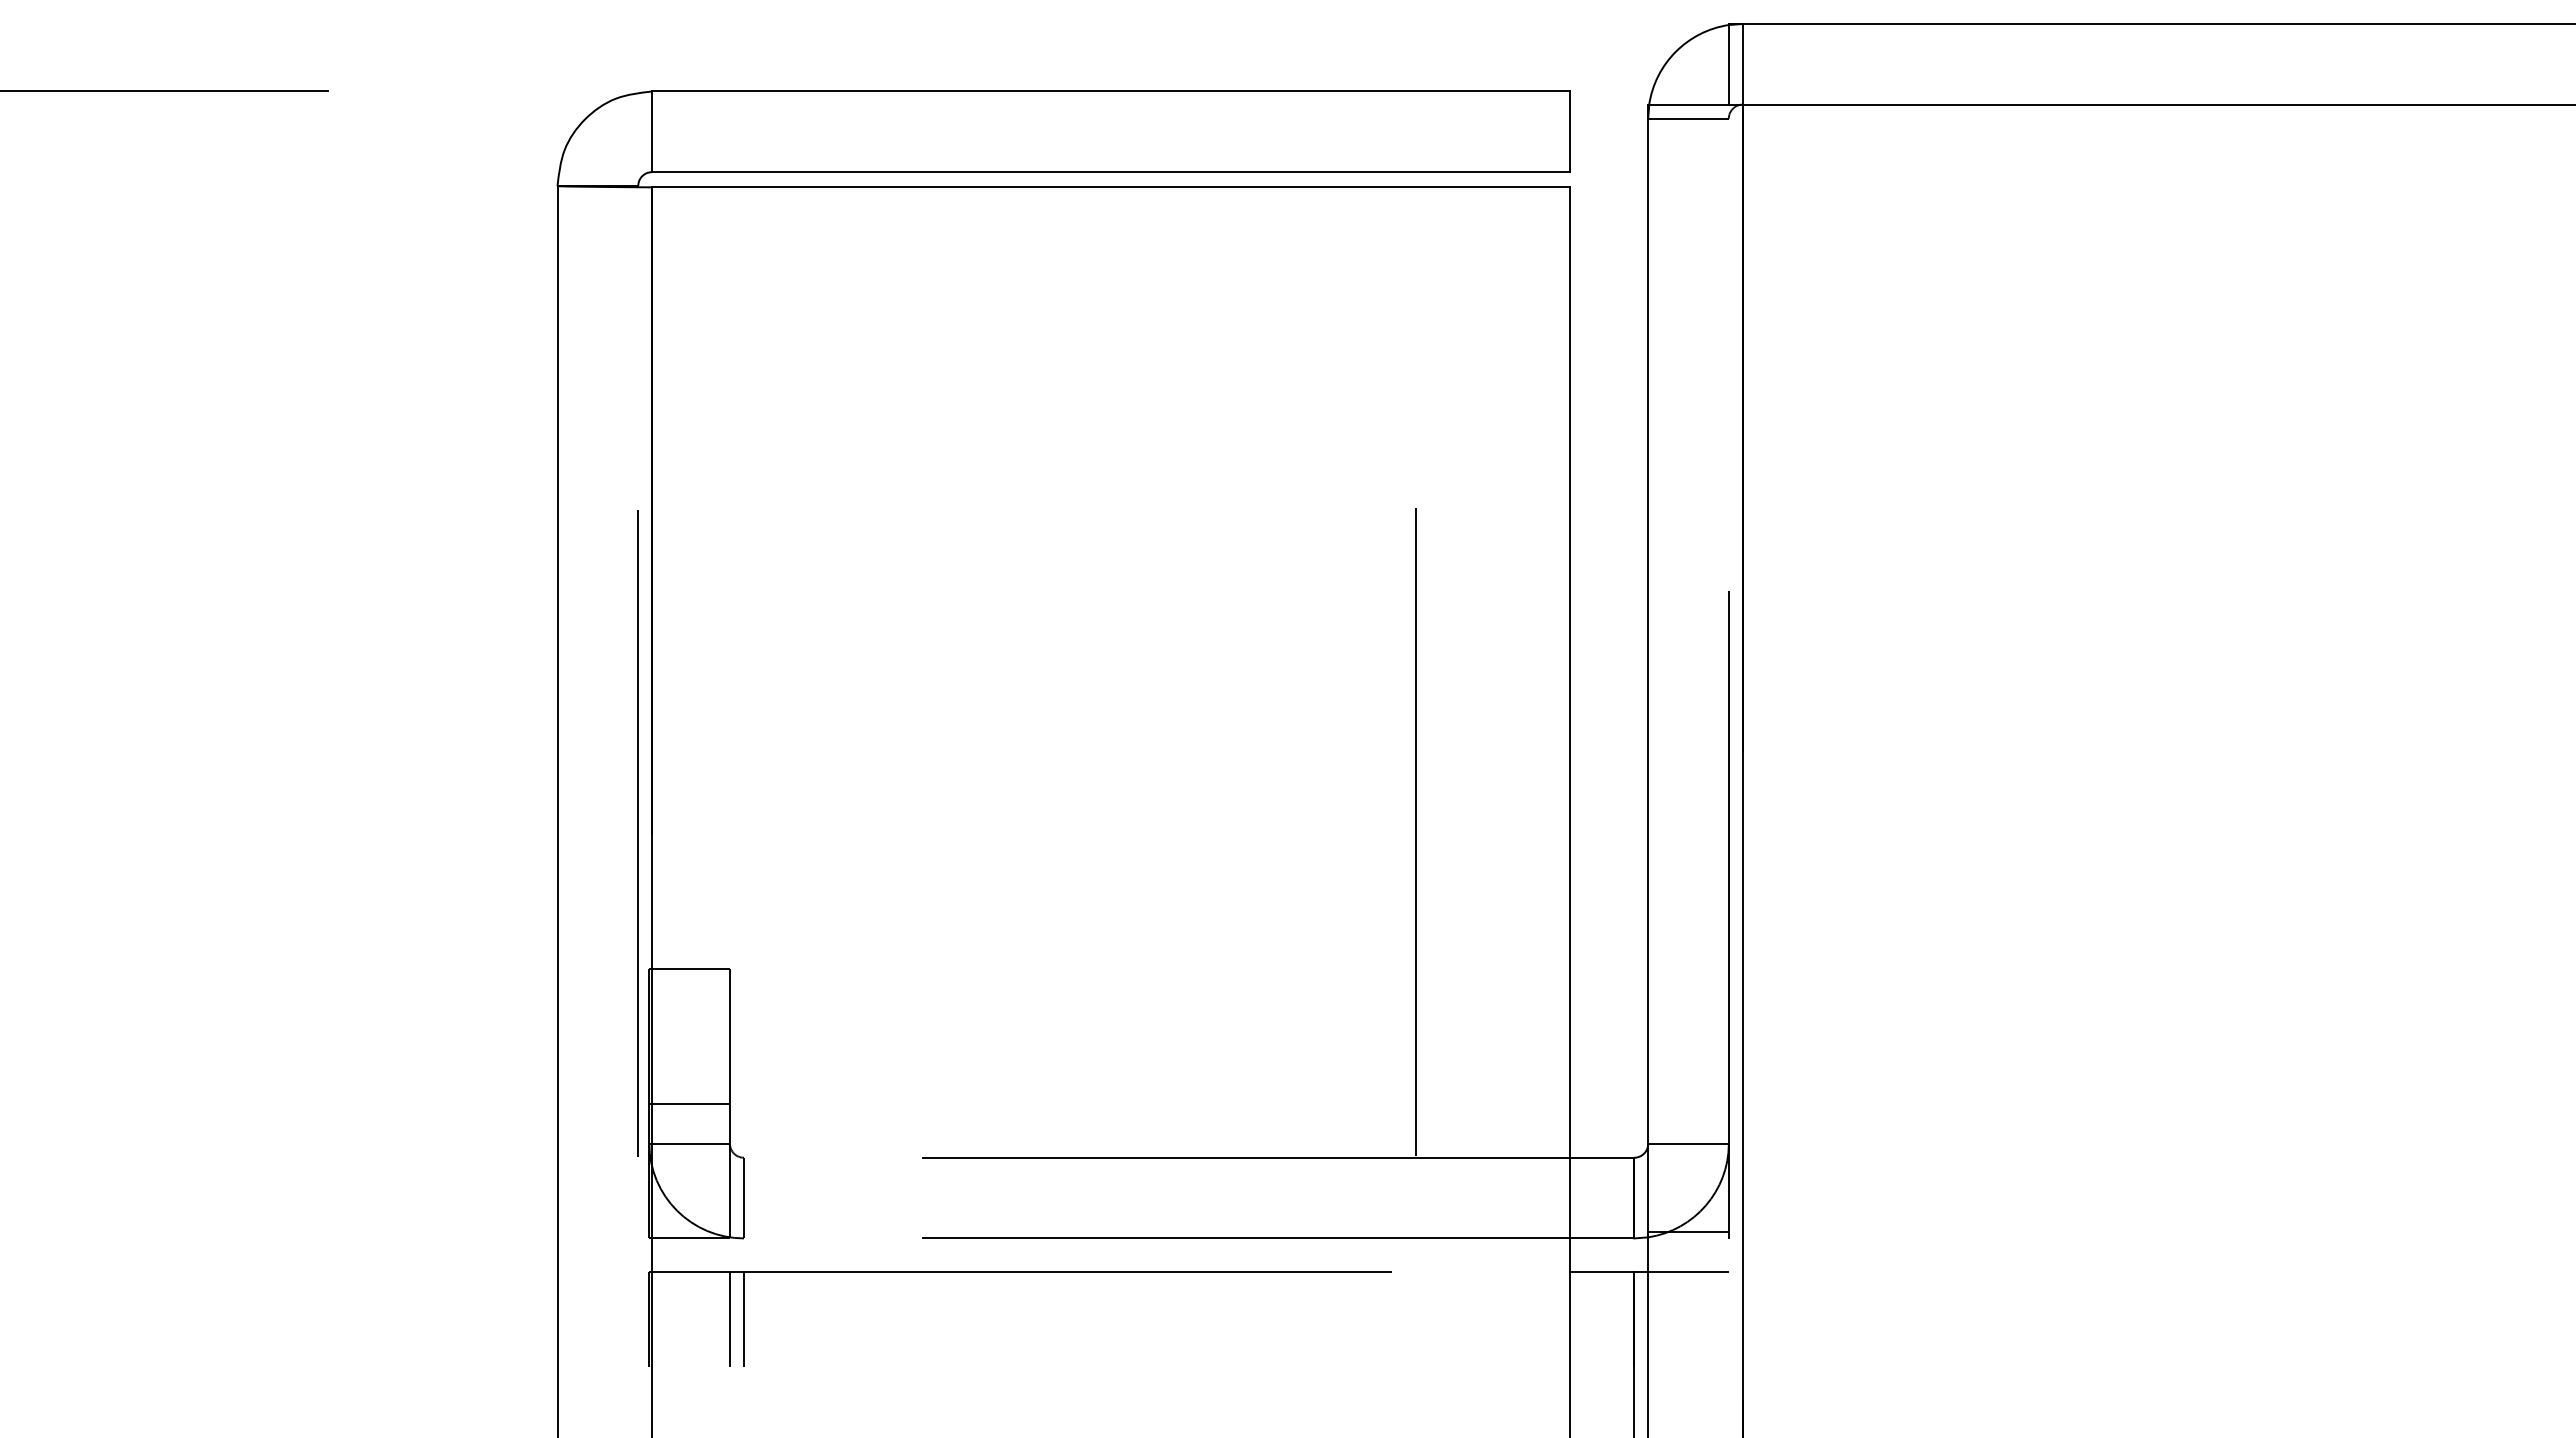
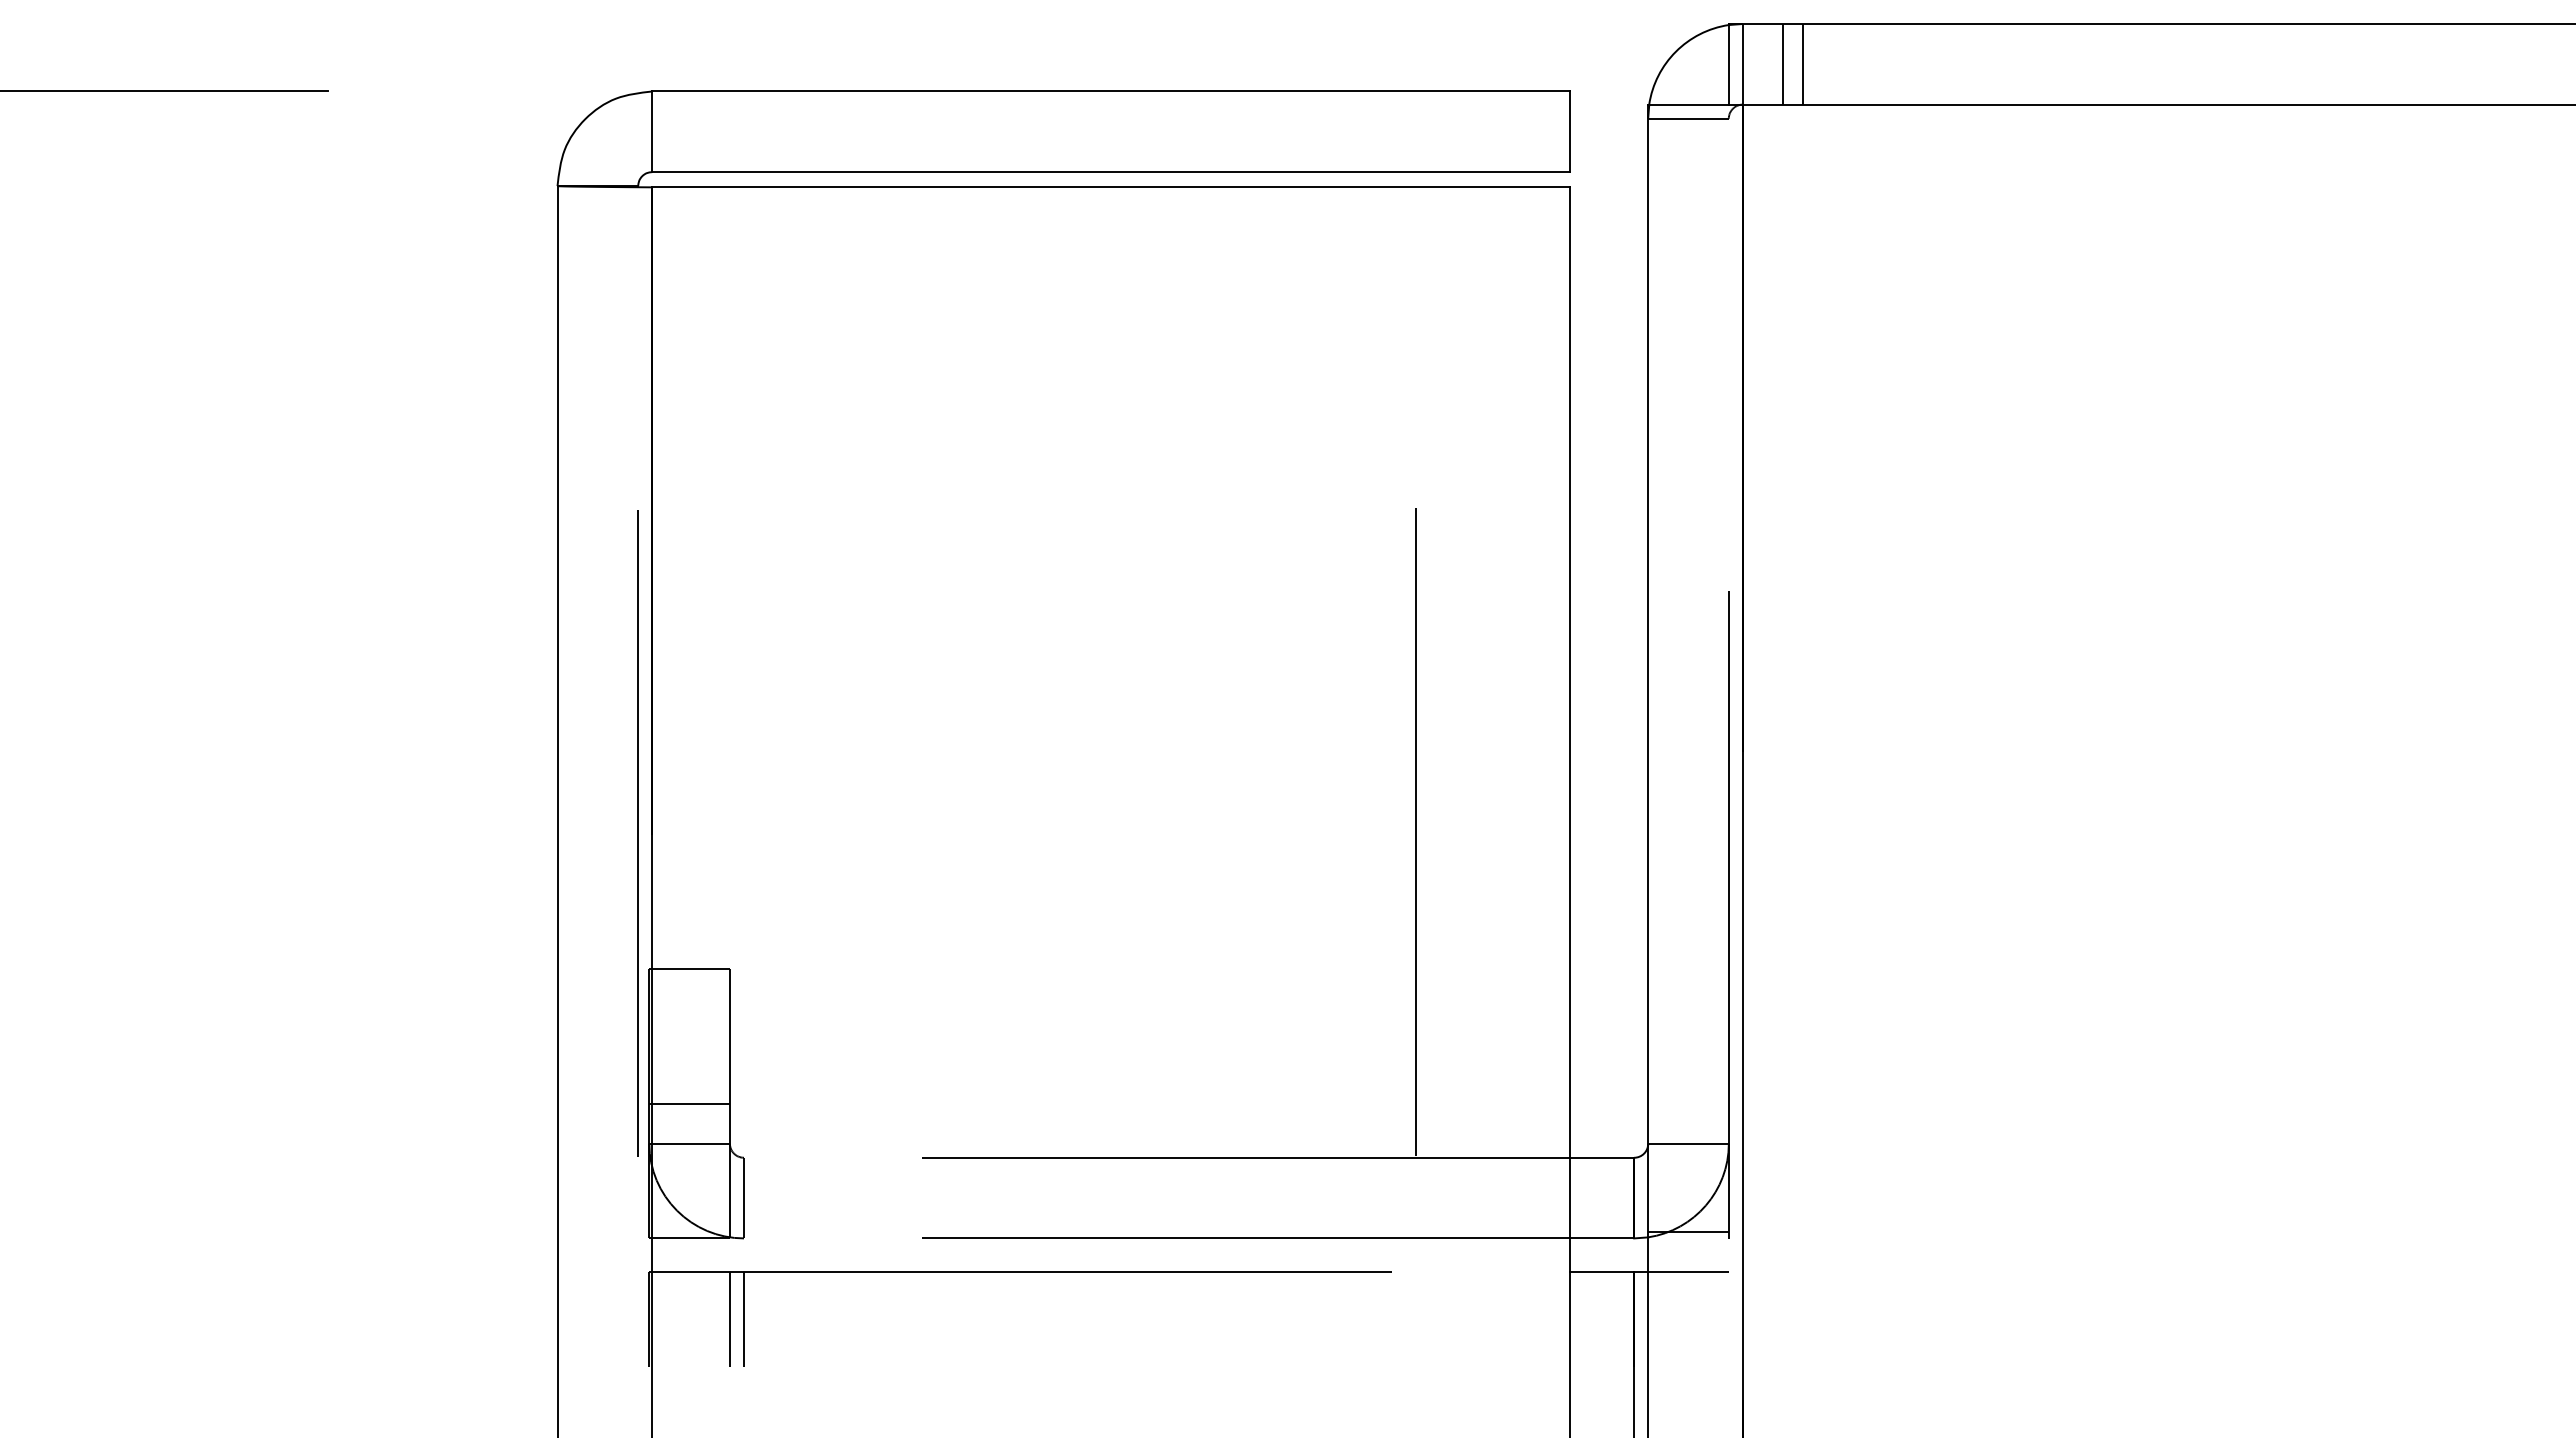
line at (1783, 64): none -> present
line at (1803, 64): none -> present
